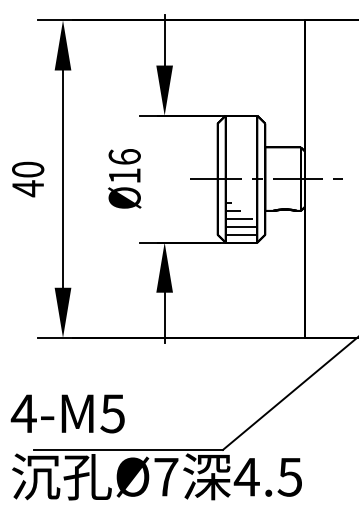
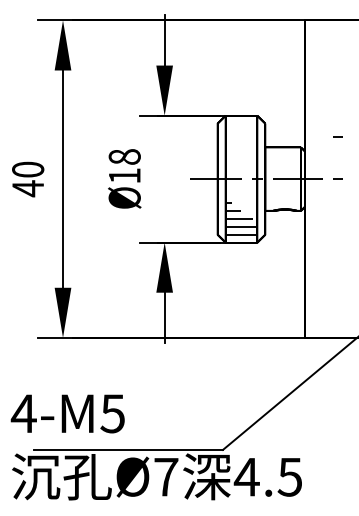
line at (337, 136): none -> present
text at (124, 156): Ø16 -> Ø18
